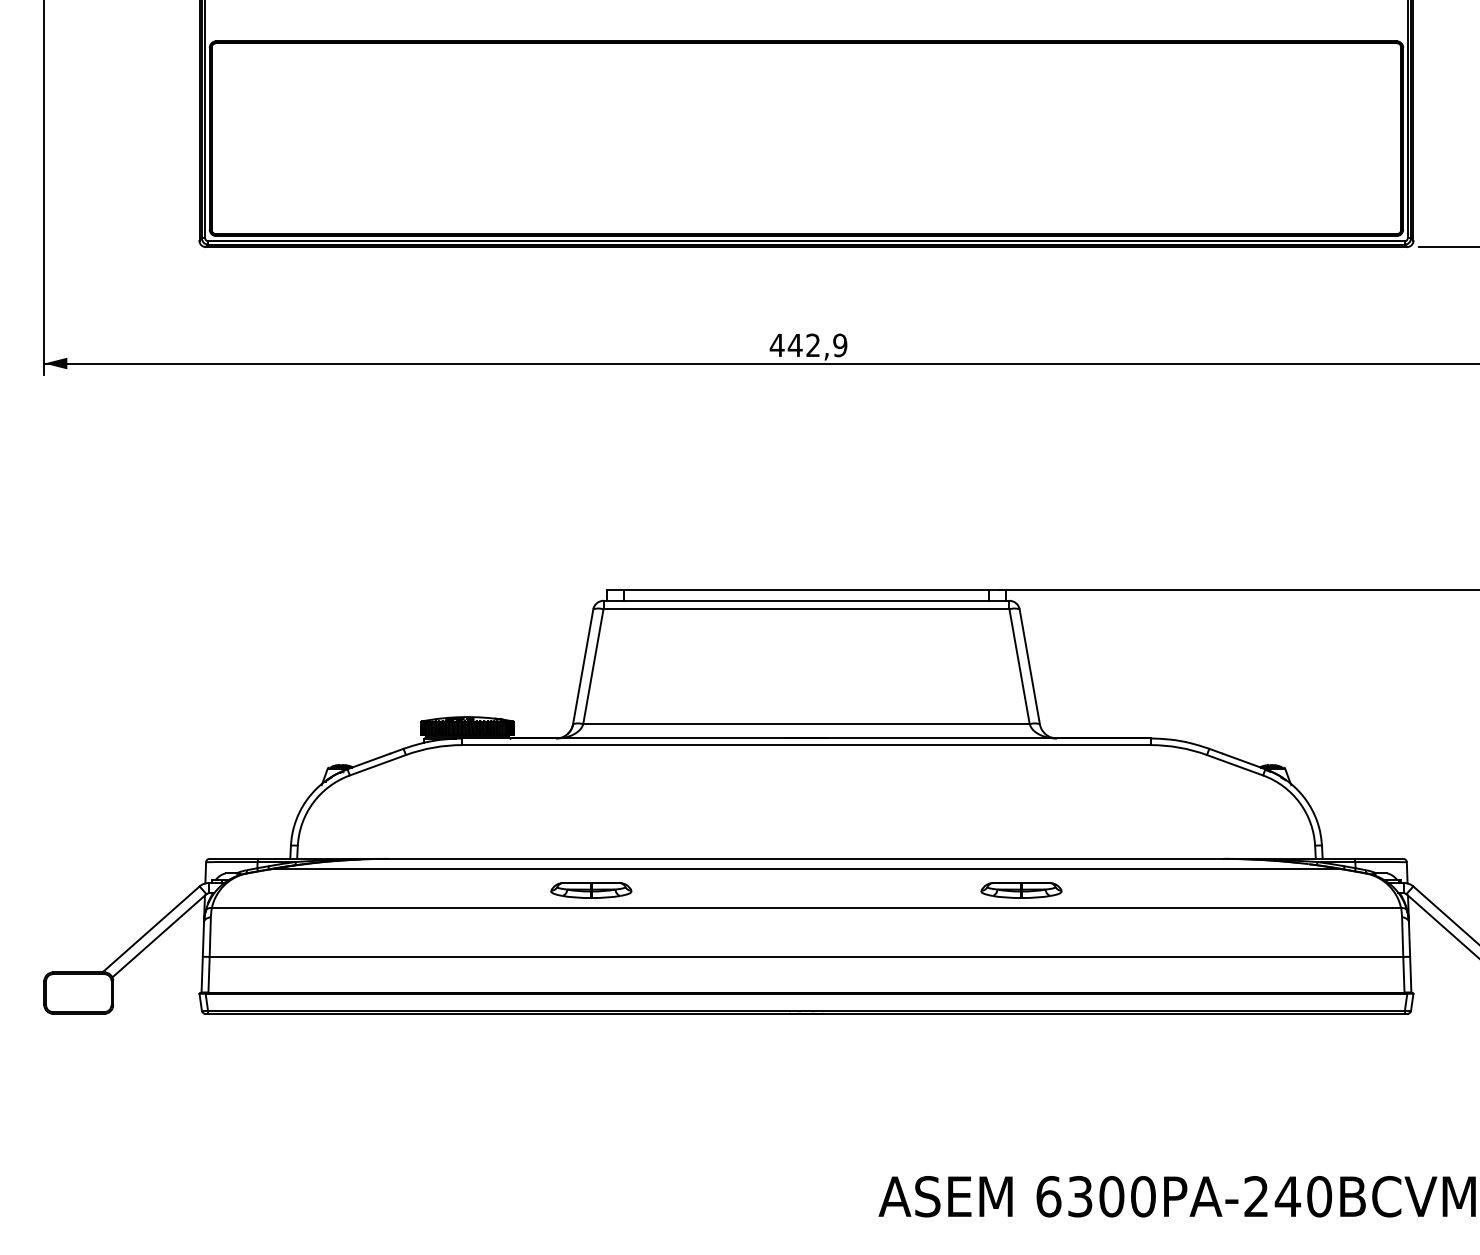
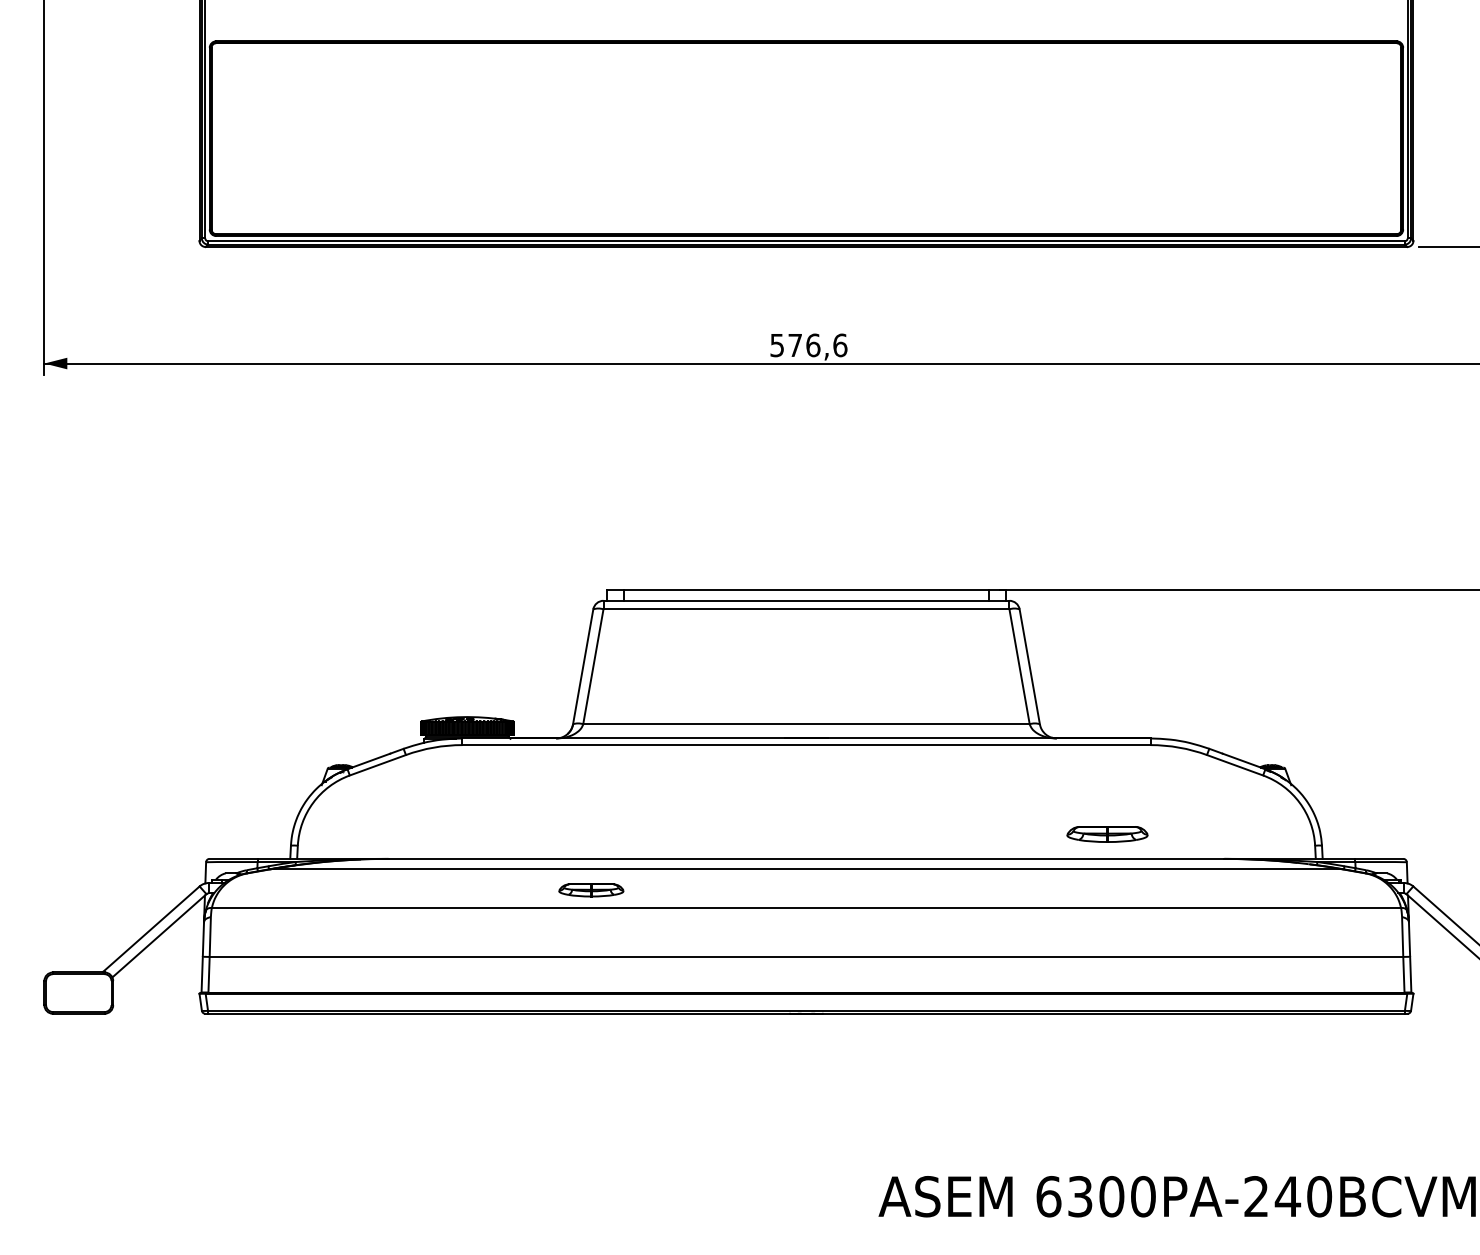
text at (808, 345): 442,9 -> 576,6
part at (591, 890) size: 83x17 px -> 67x15 px
part at (1021, 890) position: (1021, 890) -> (1107, 834)
